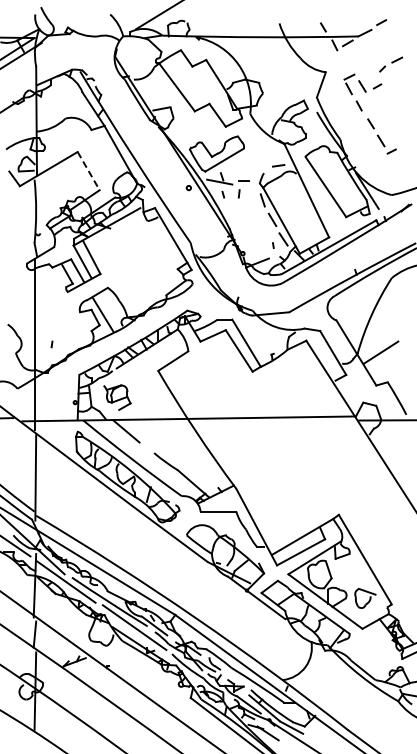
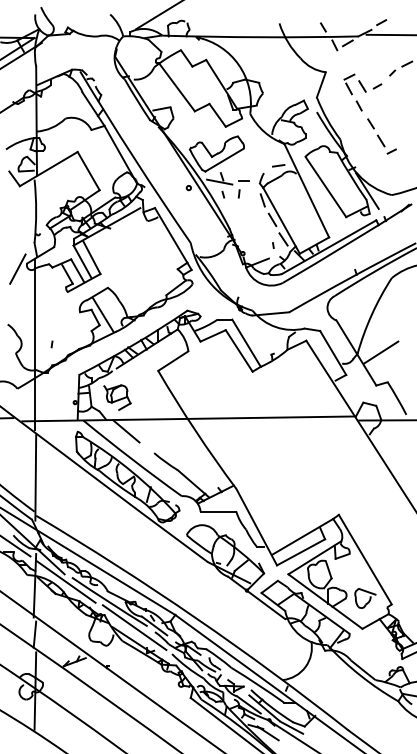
line at (389, 34): none -> present
part at (391, 64) position: (391, 64) -> (401, 68)
line at (88, 171): dashed -> solid
line at (17, 268): none -> present
